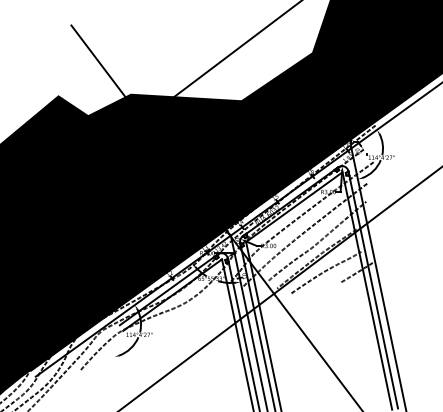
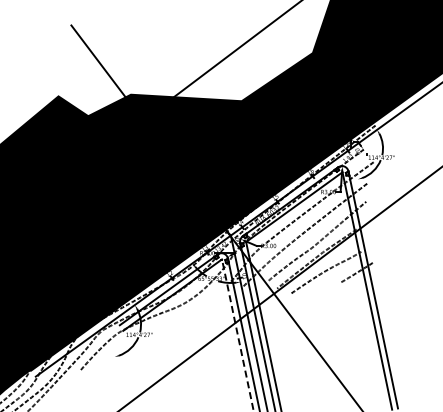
line at (378, 278): present -> none
line at (237, 335): solid -> dashed
